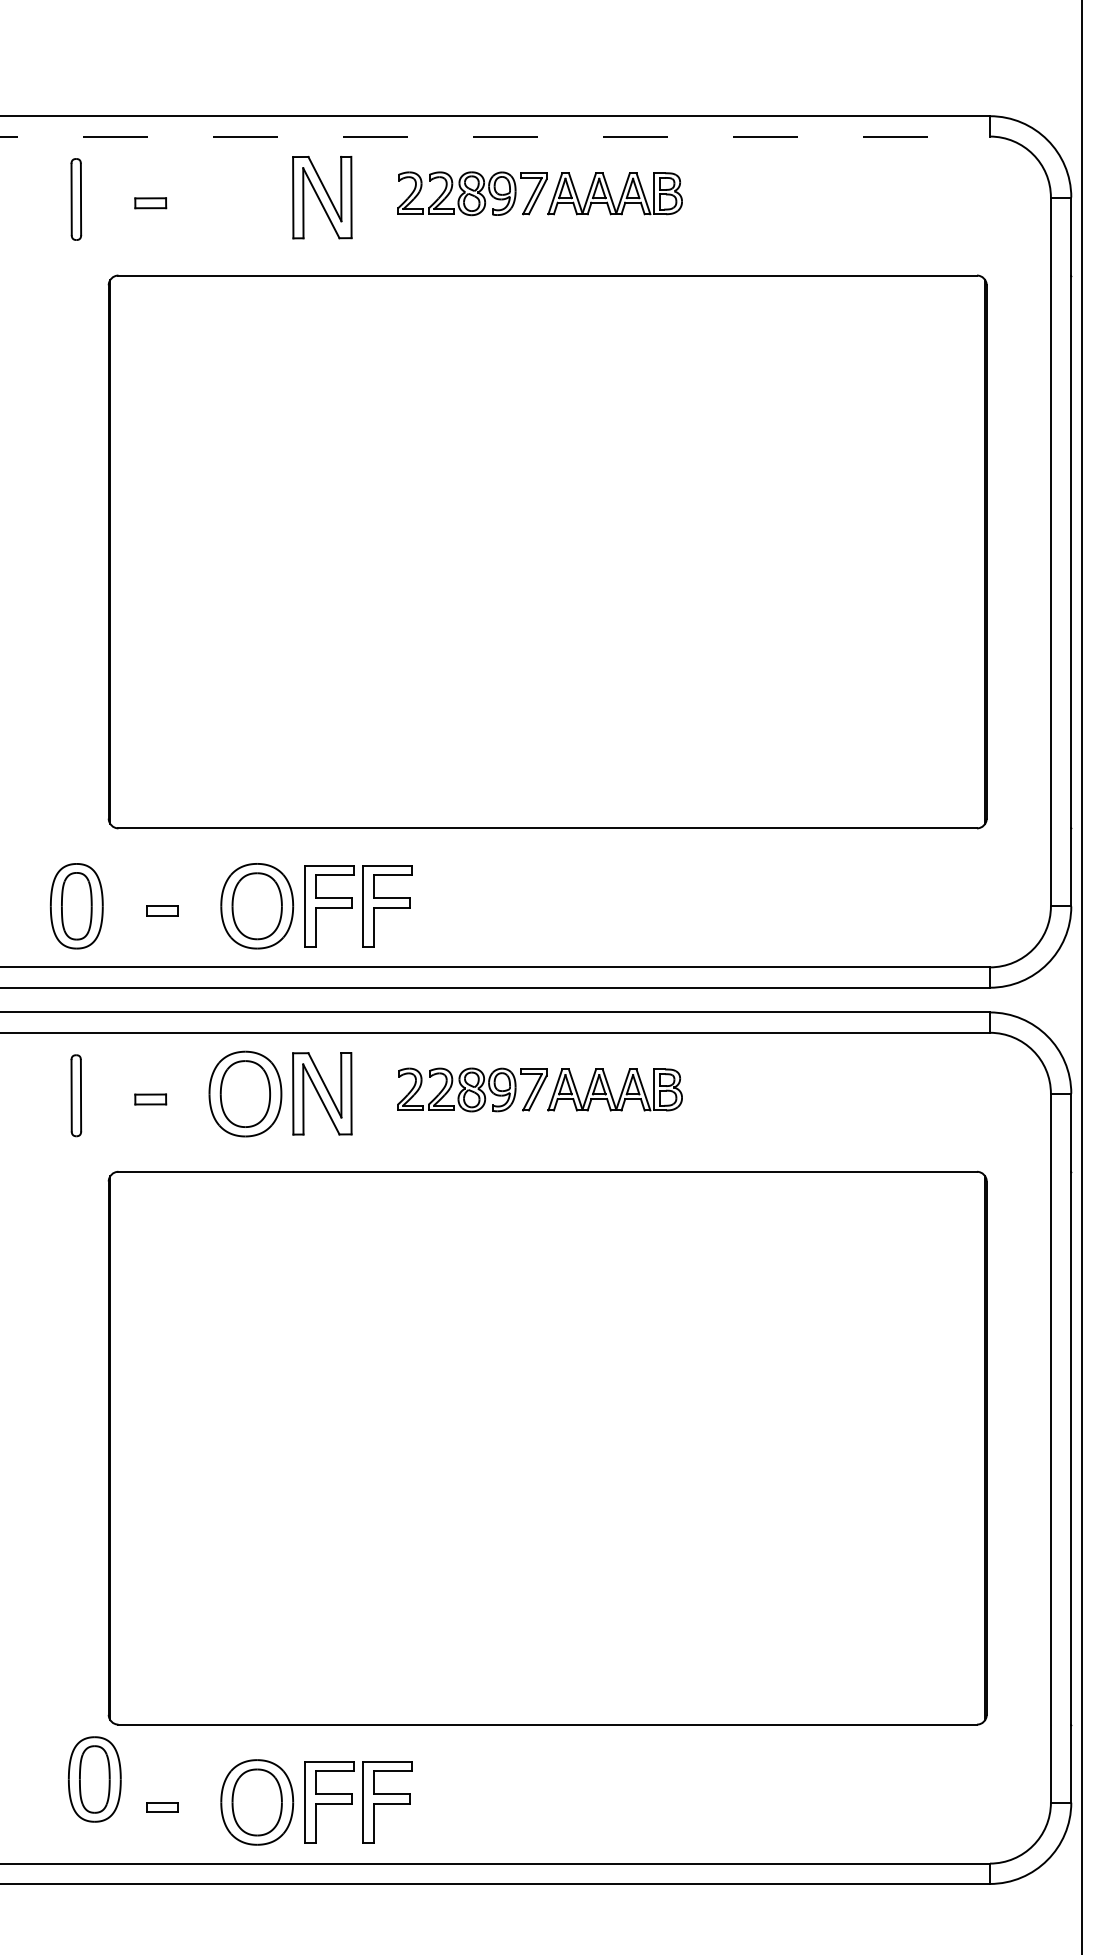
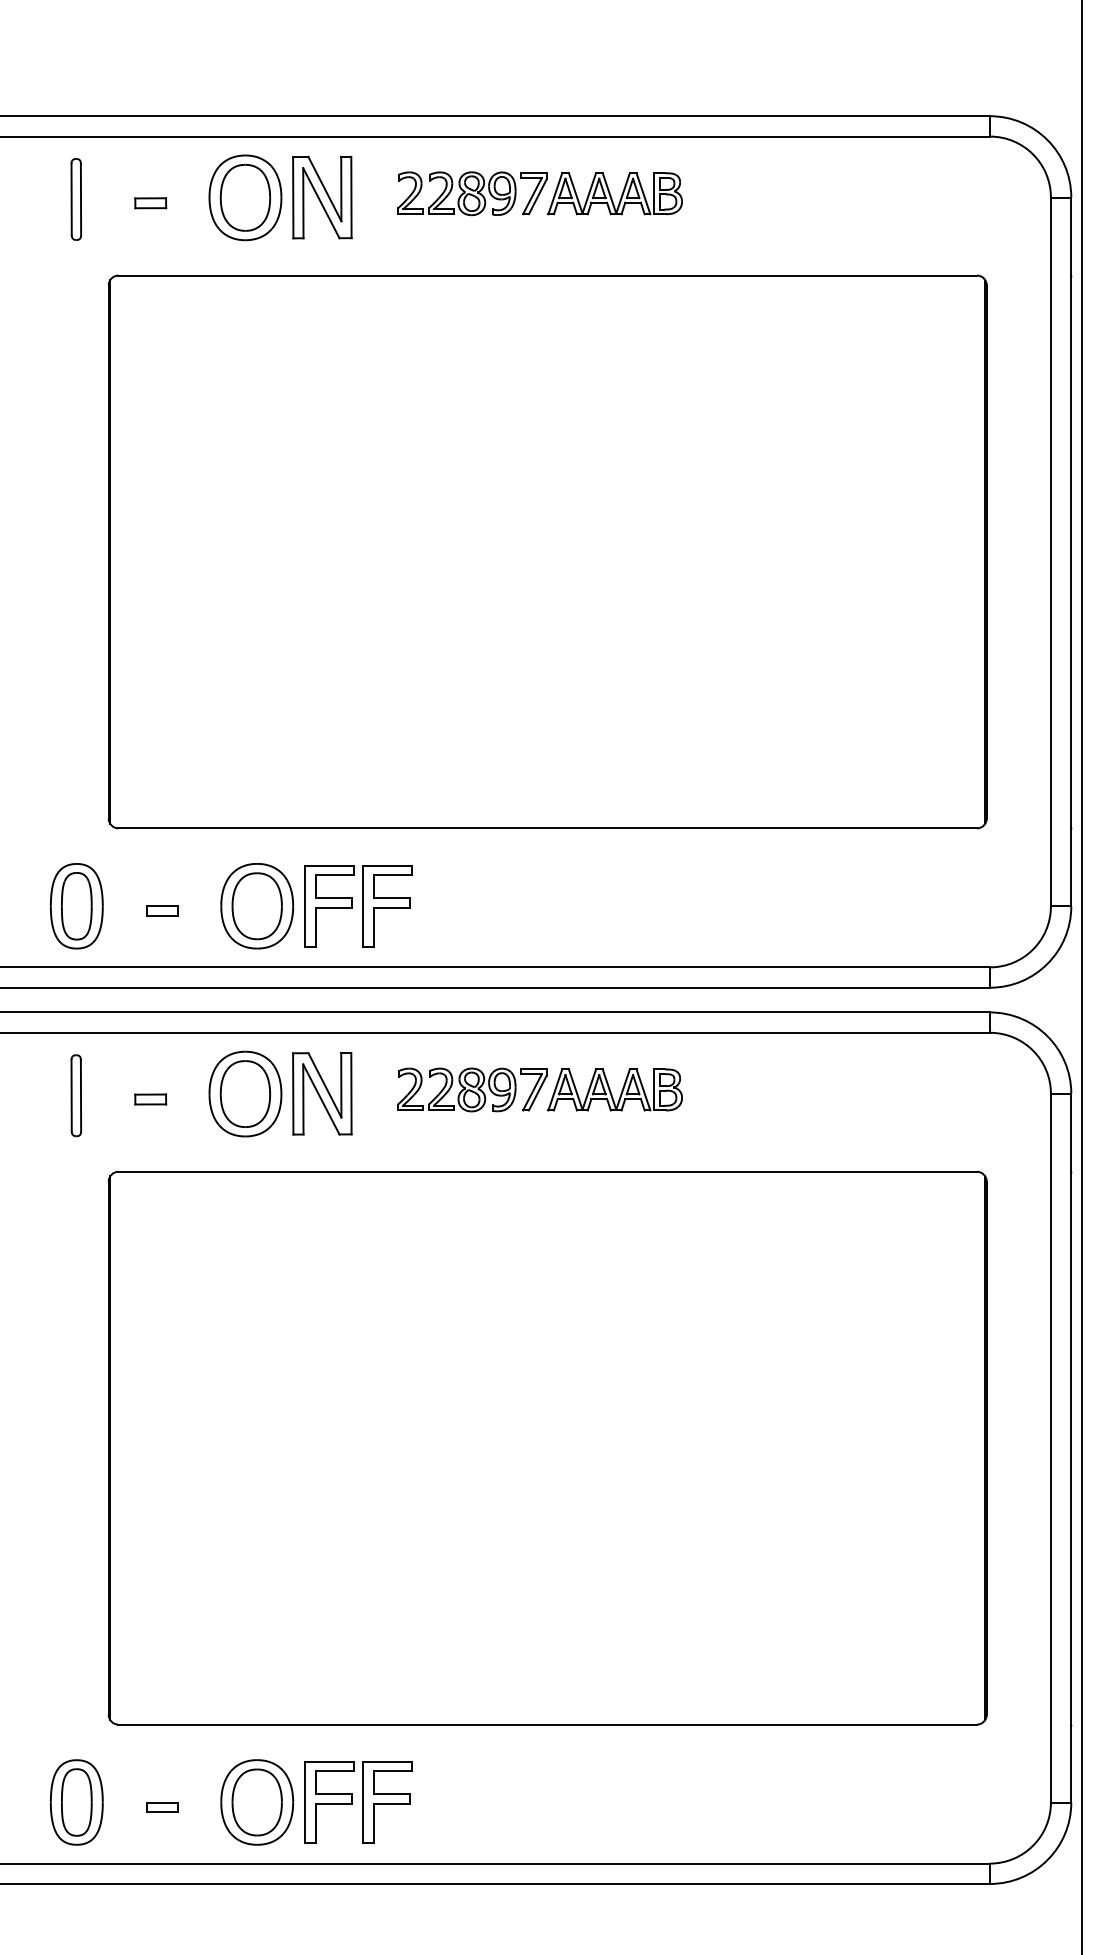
line at (495, 136): dashed -> solid
part at (245, 197): none -> present
part at (94, 1779) position: (94, 1779) -> (76, 1802)
